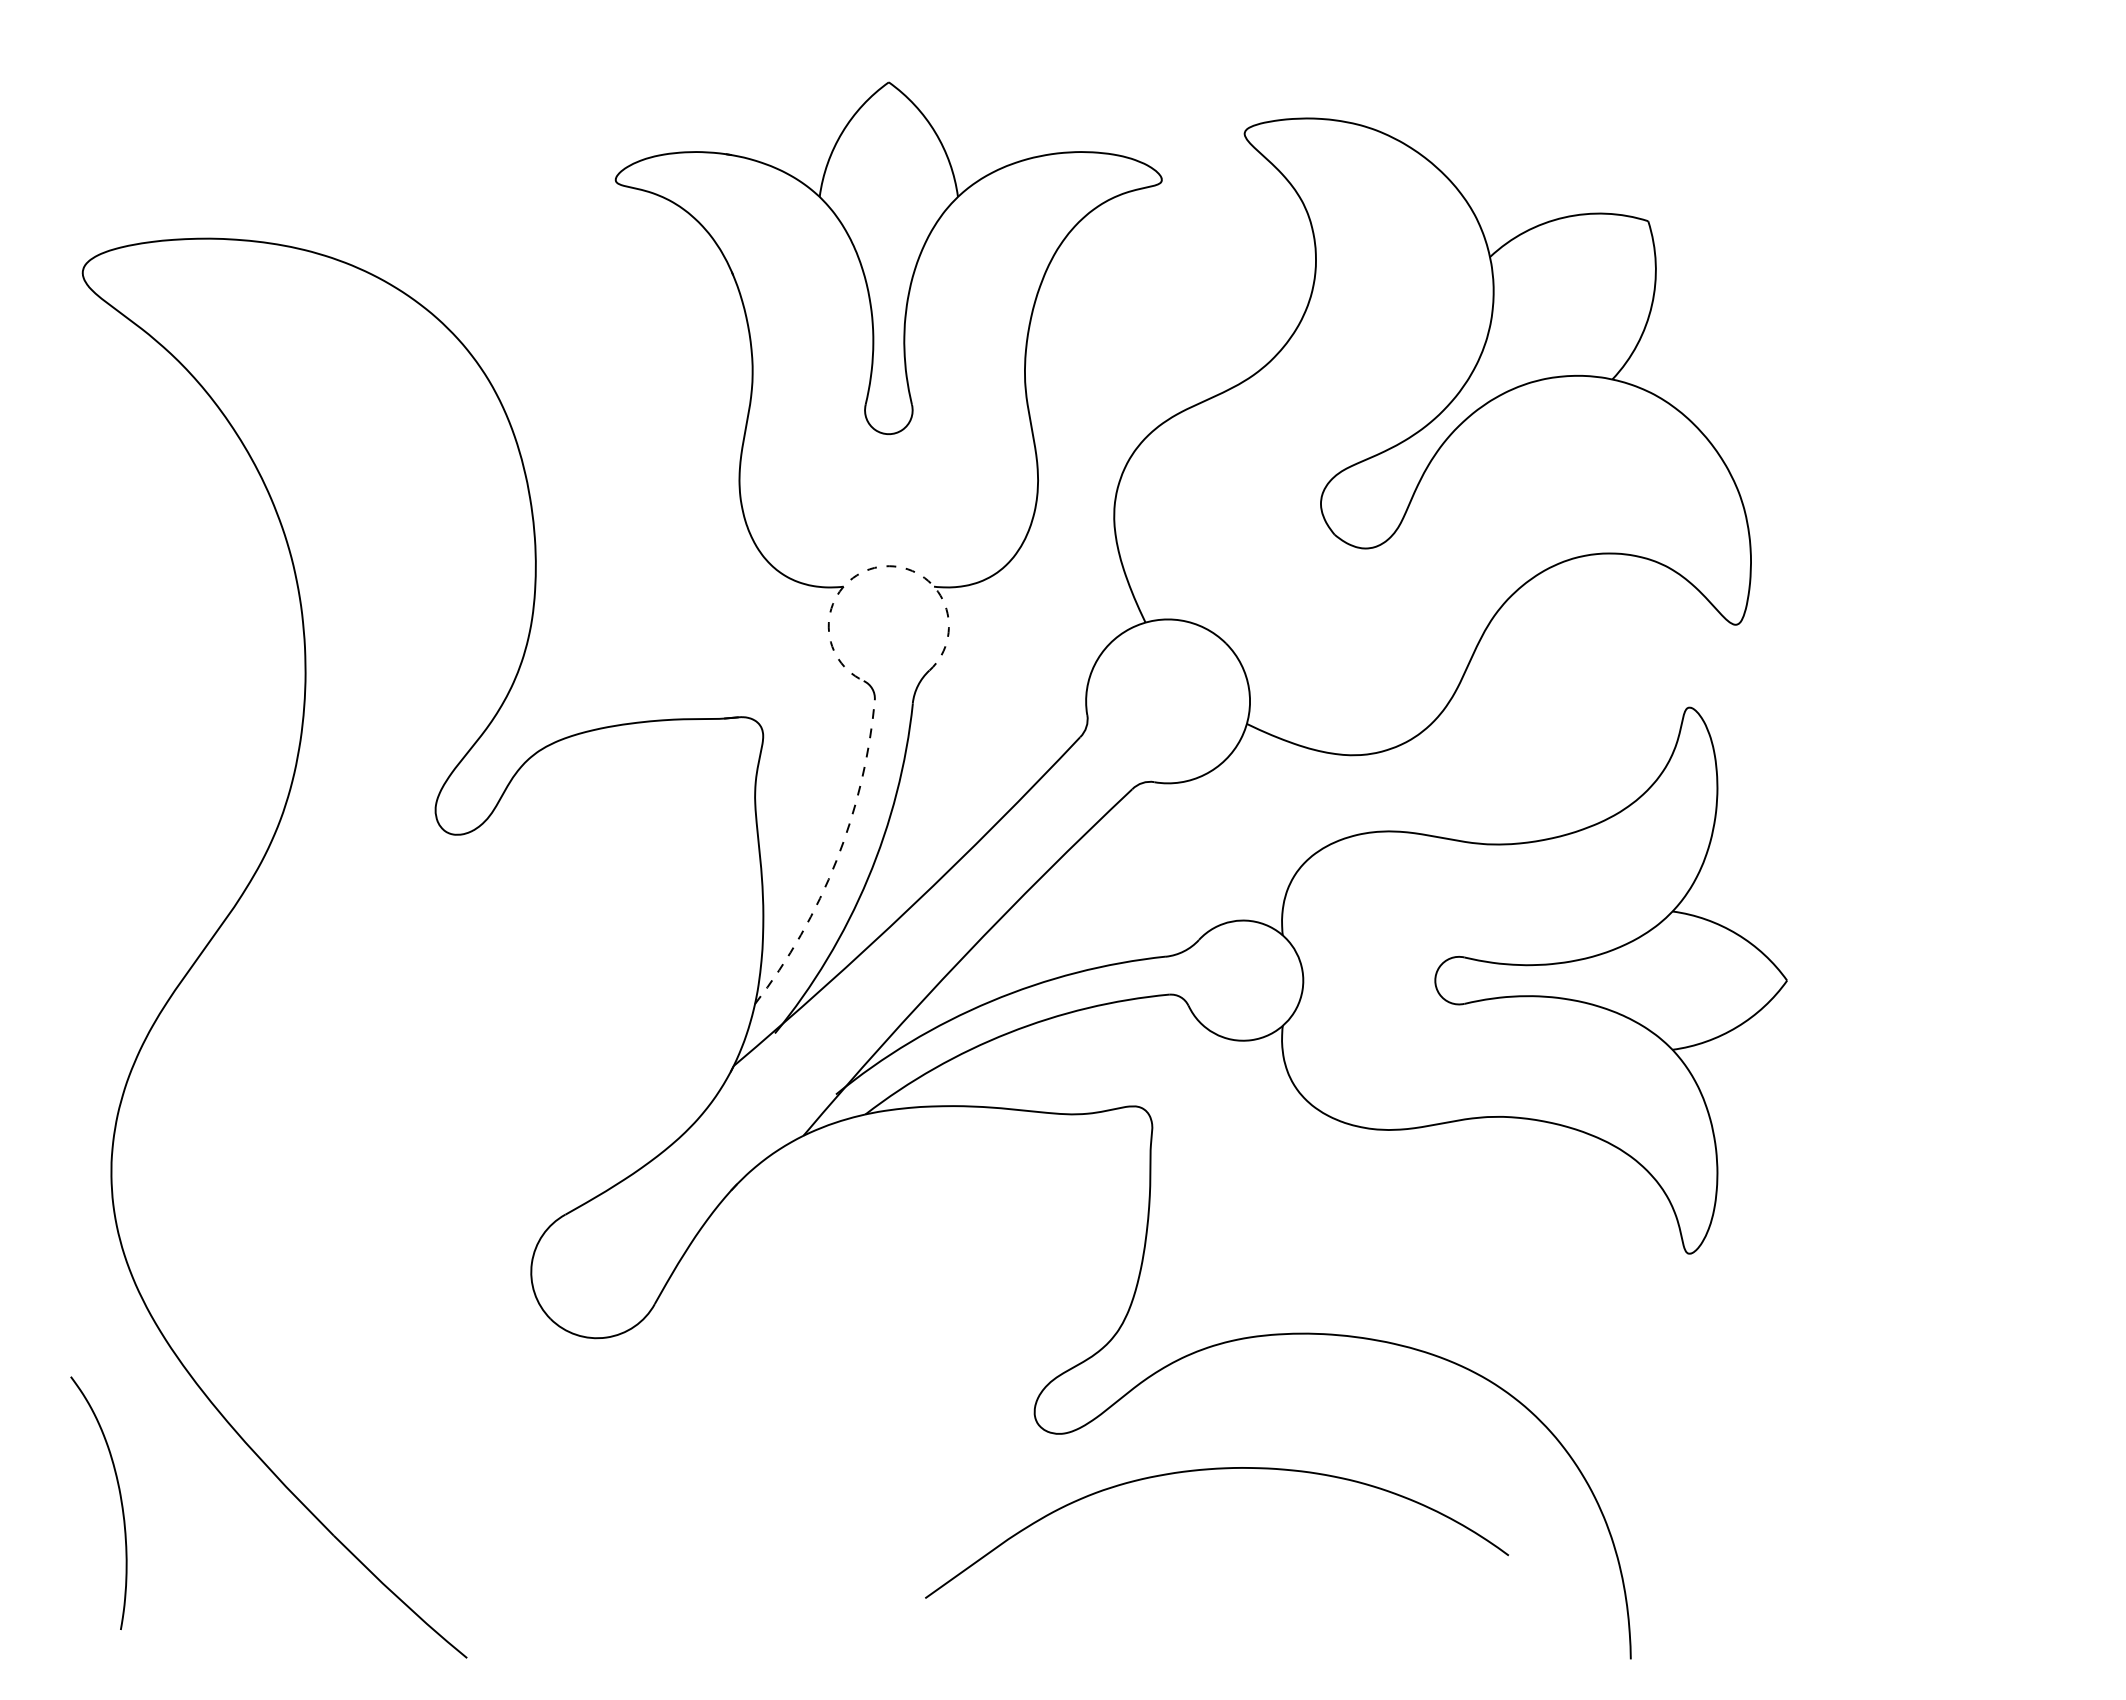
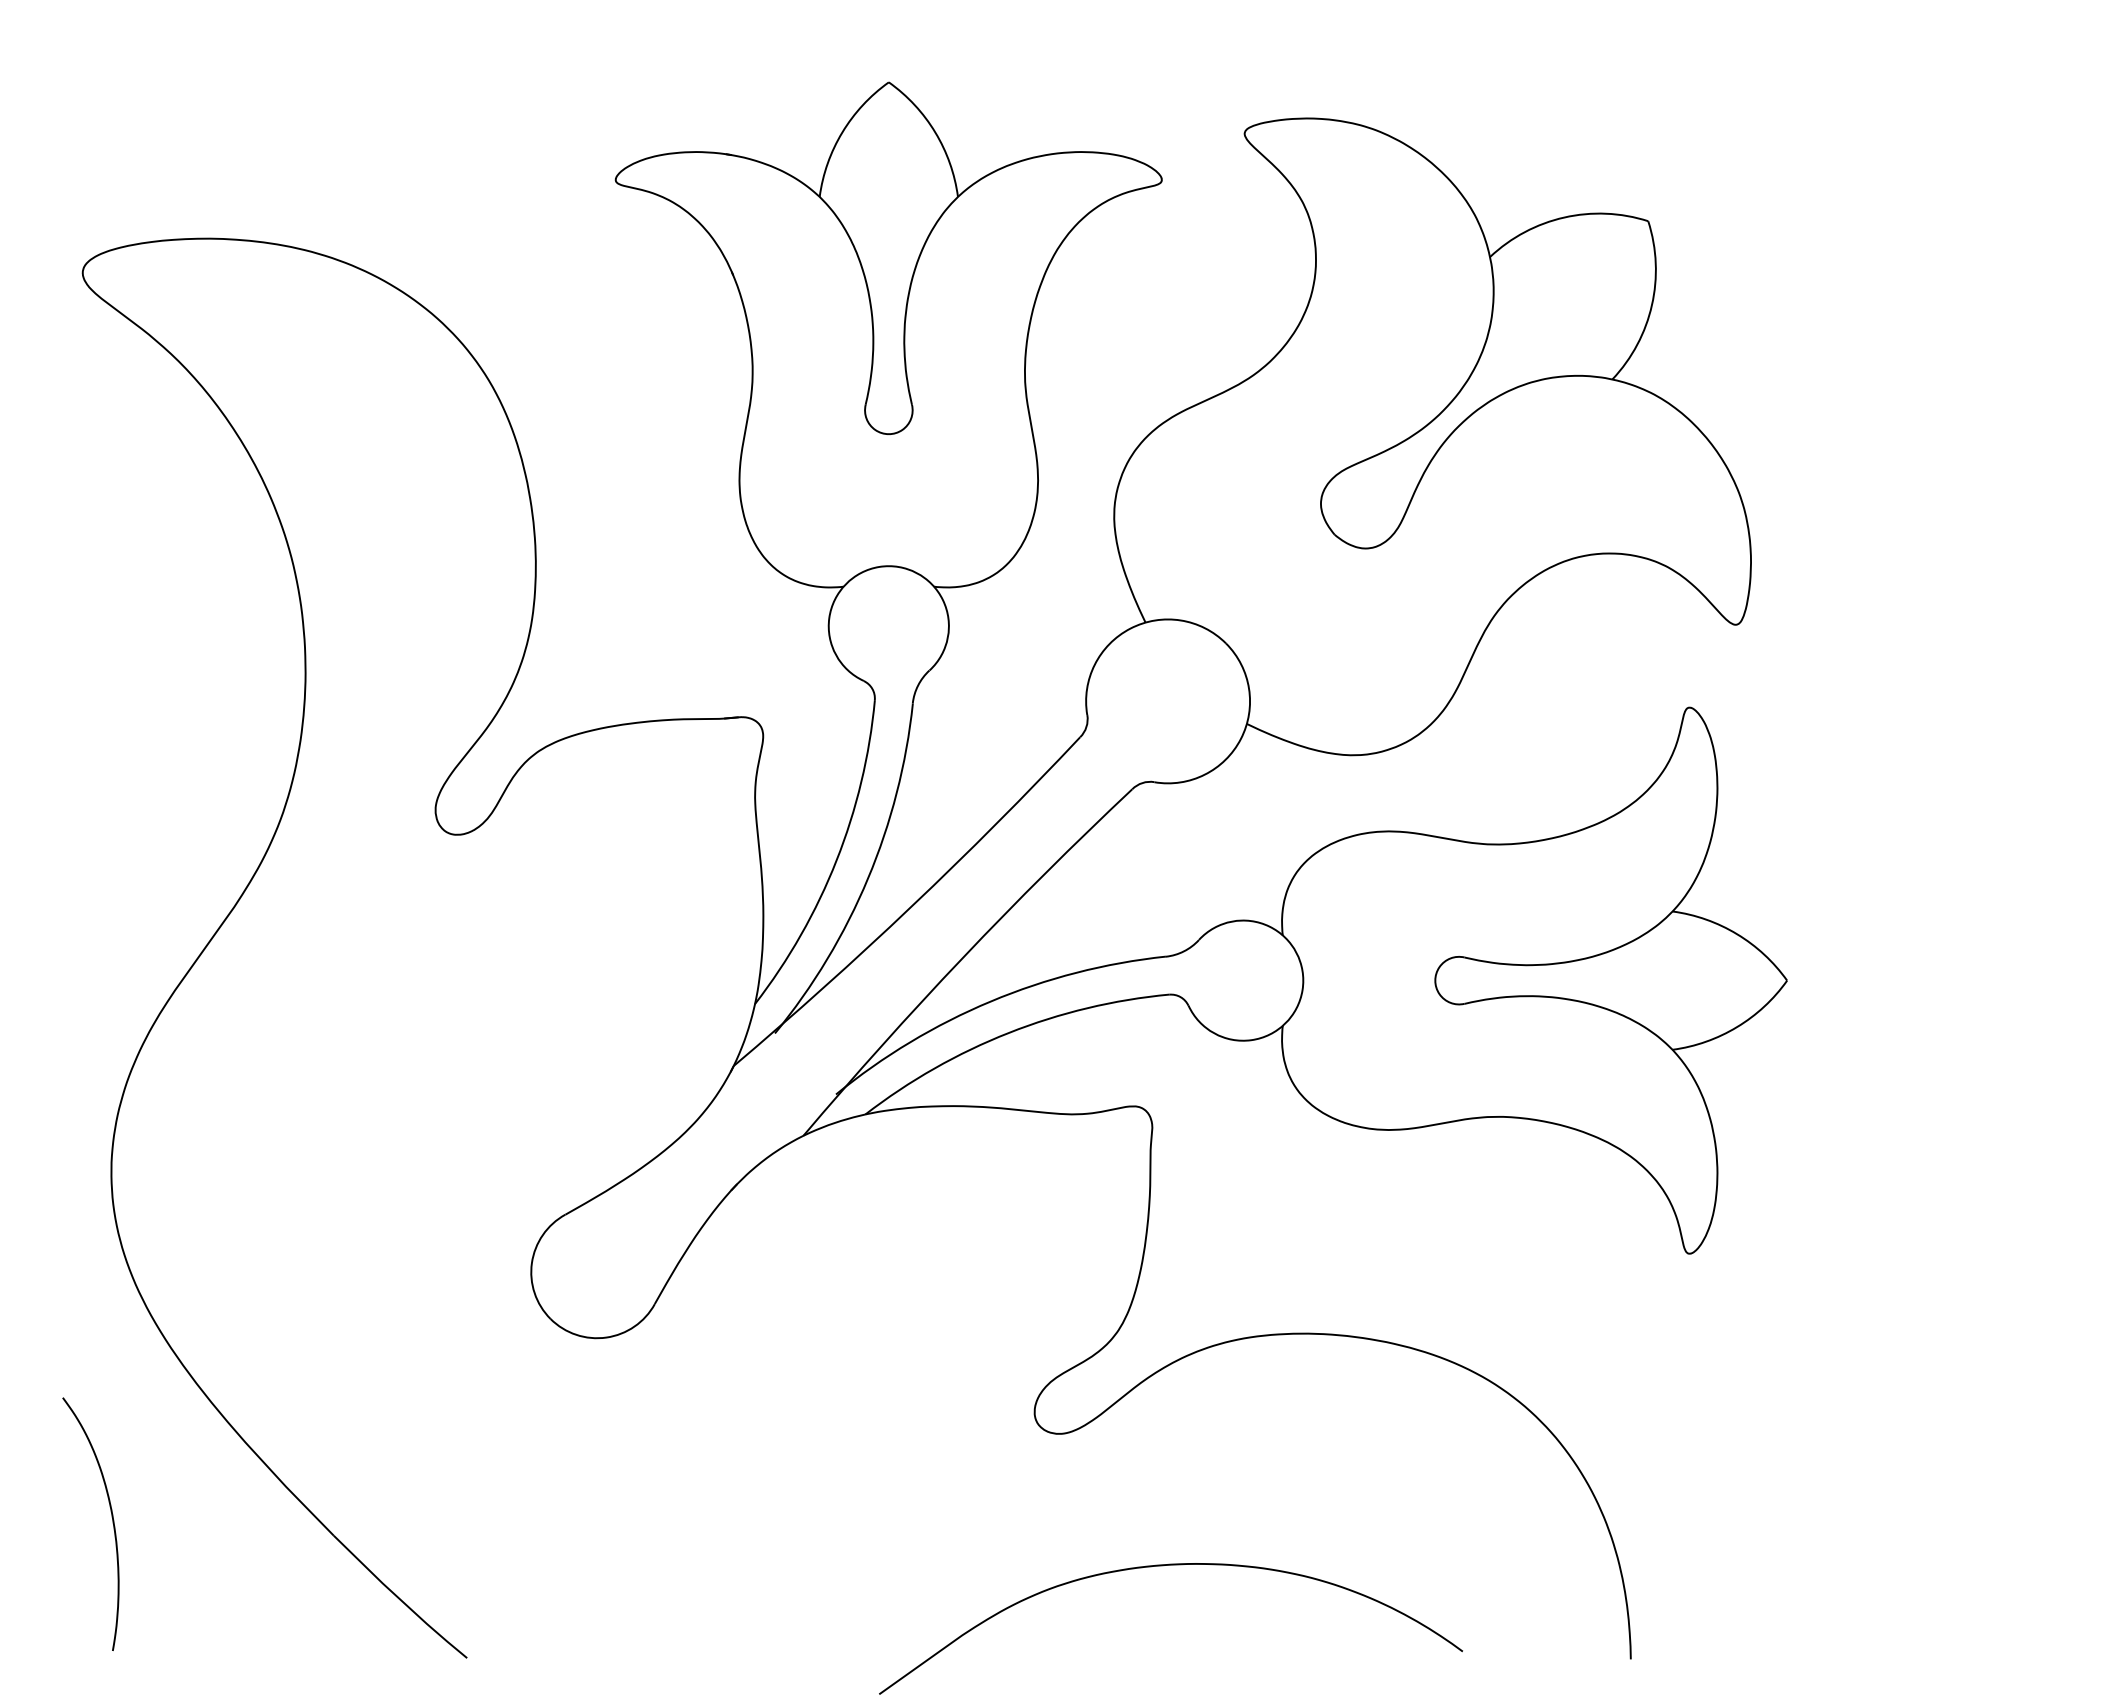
arc at (879, 566): dashed -> solid
arc at (836, 860): dashed -> solid
curve at (1209, 1470) position: (1209, 1470) -> (1163, 1566)
curve at (119, 1496) position: (119, 1496) -> (111, 1517)
